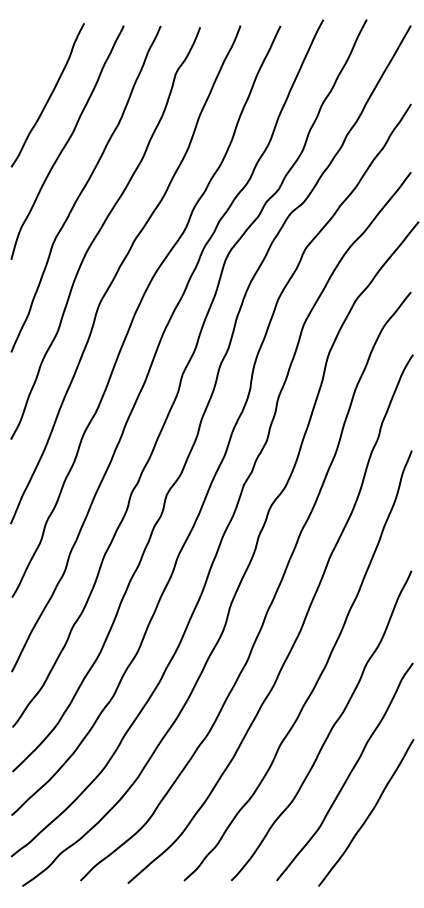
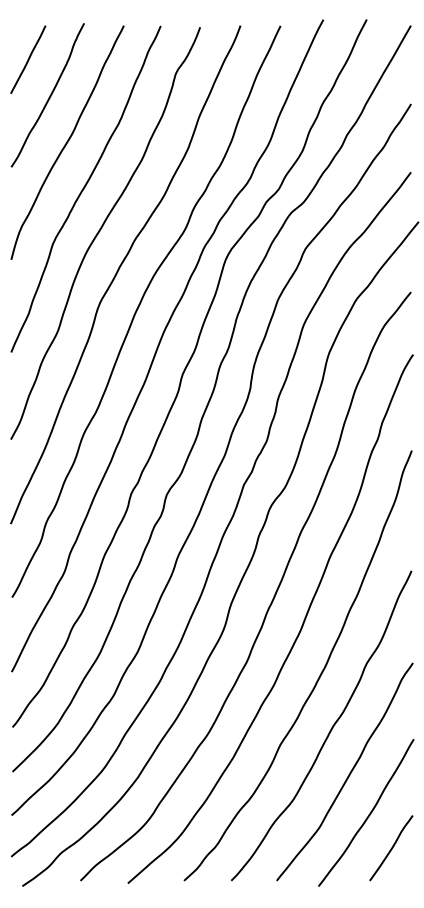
line at (28, 59): none -> present
curve at (391, 848): none -> present
